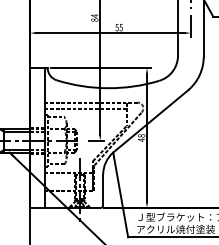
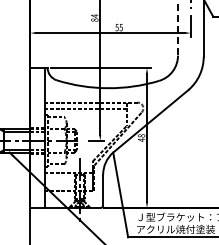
line at (178, 27): solid -> dashed
